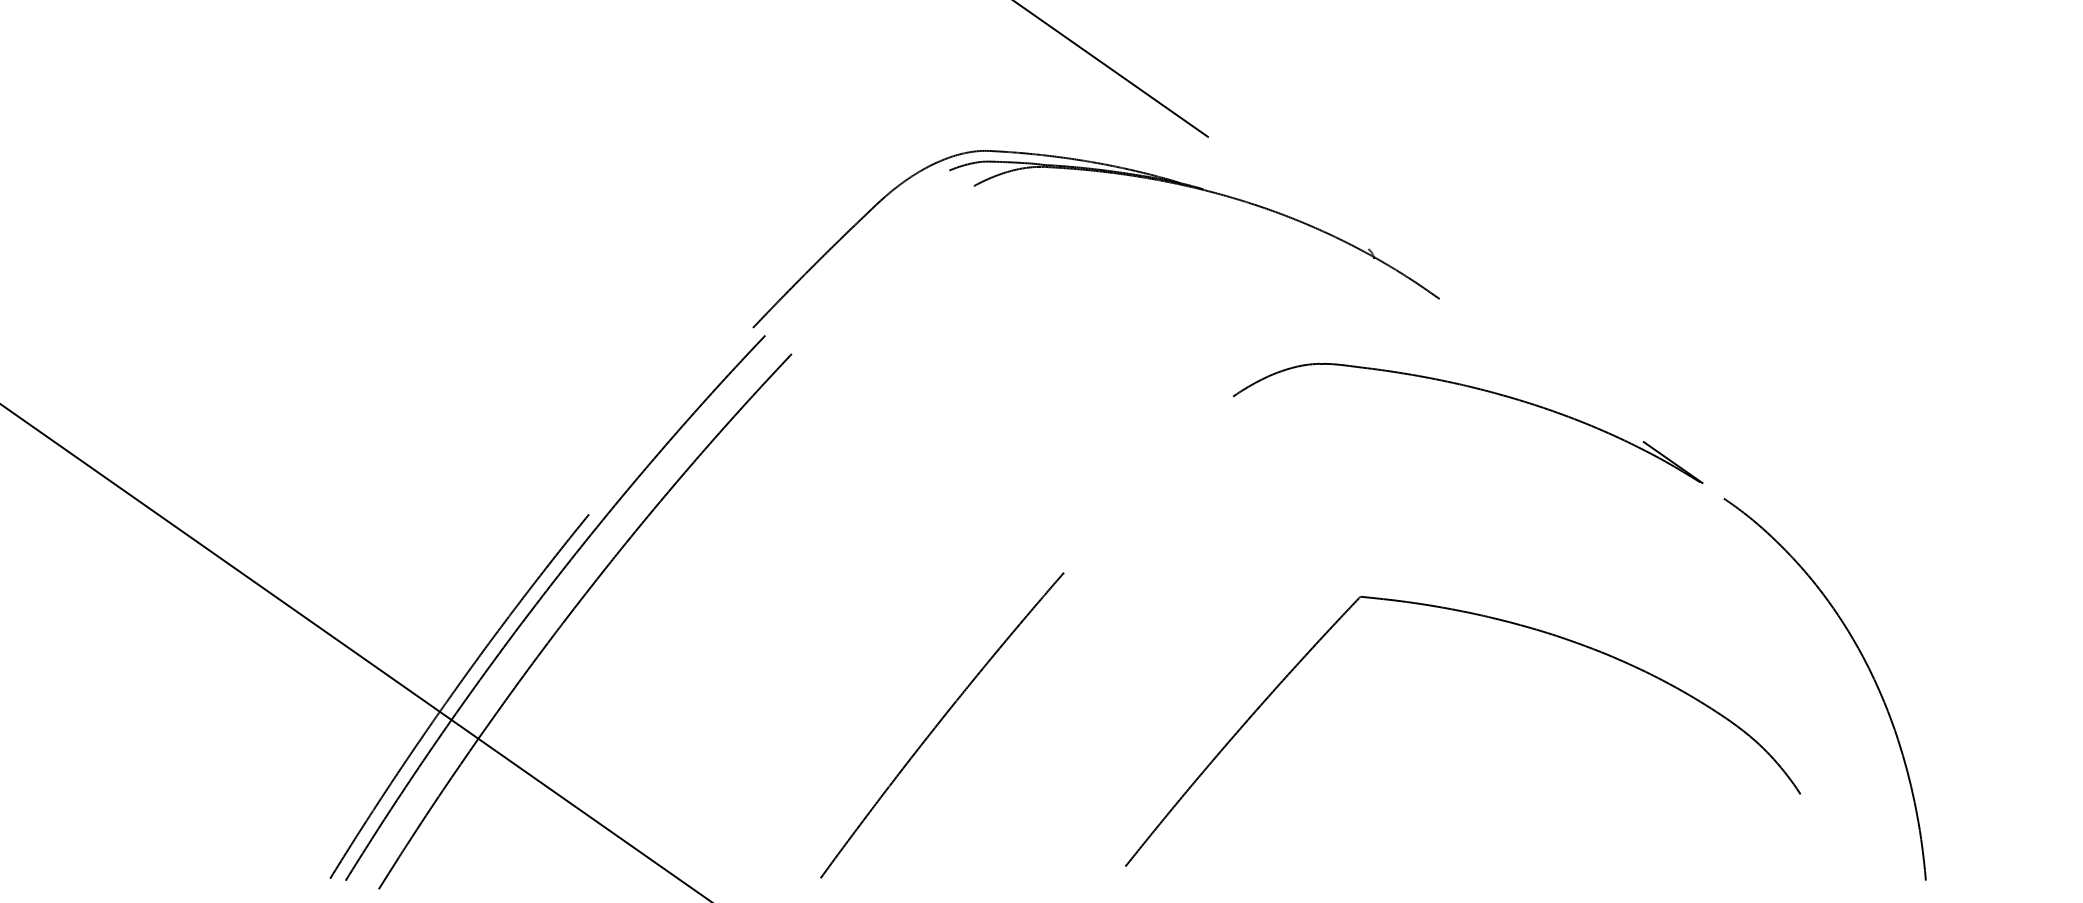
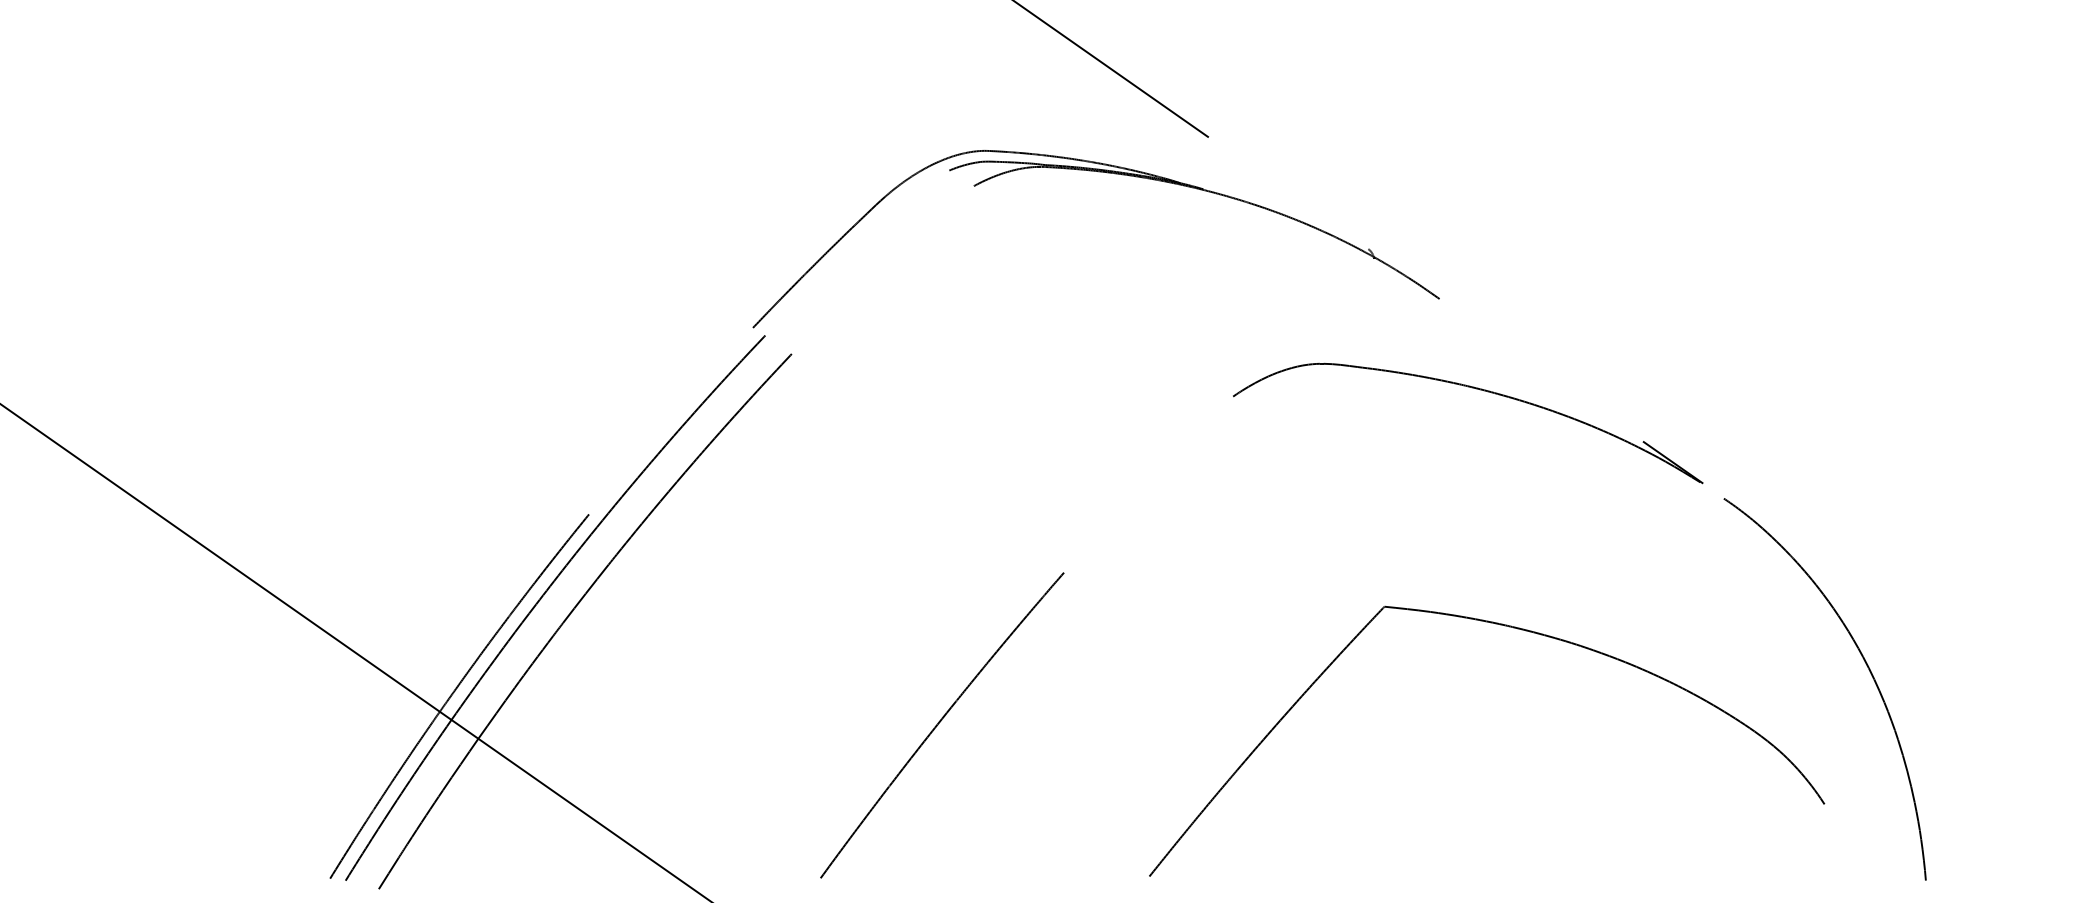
part at (1489, 618) position: (1489, 618) -> (1513, 628)
